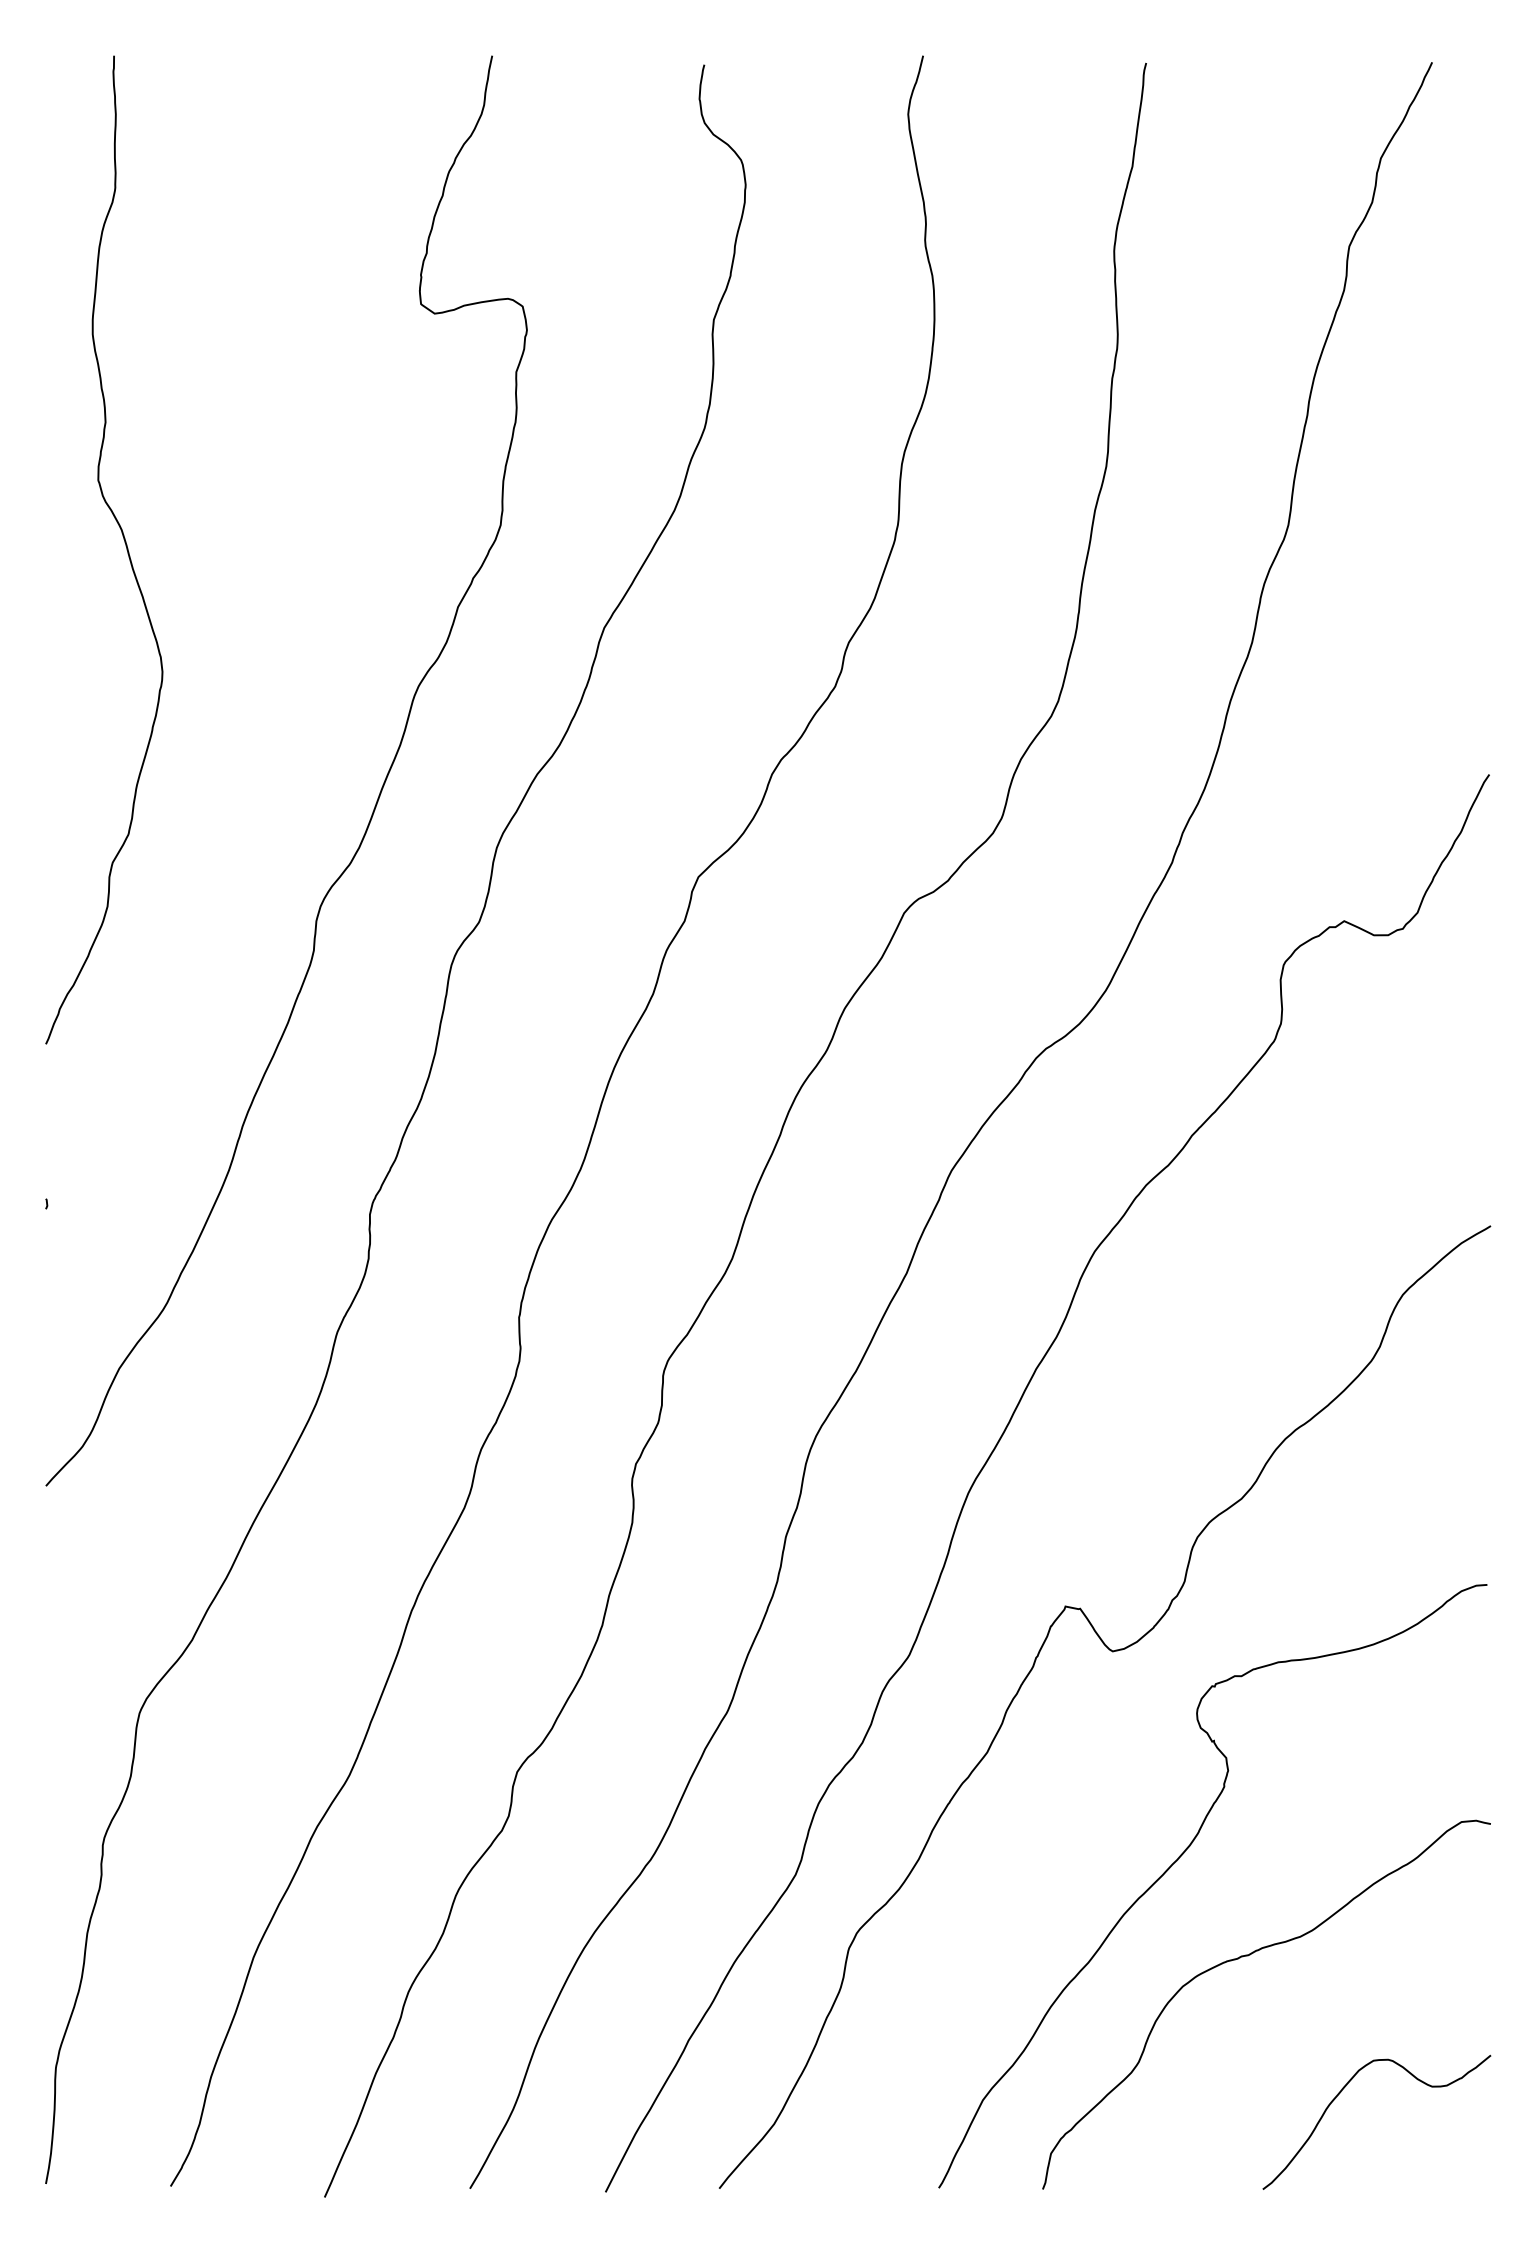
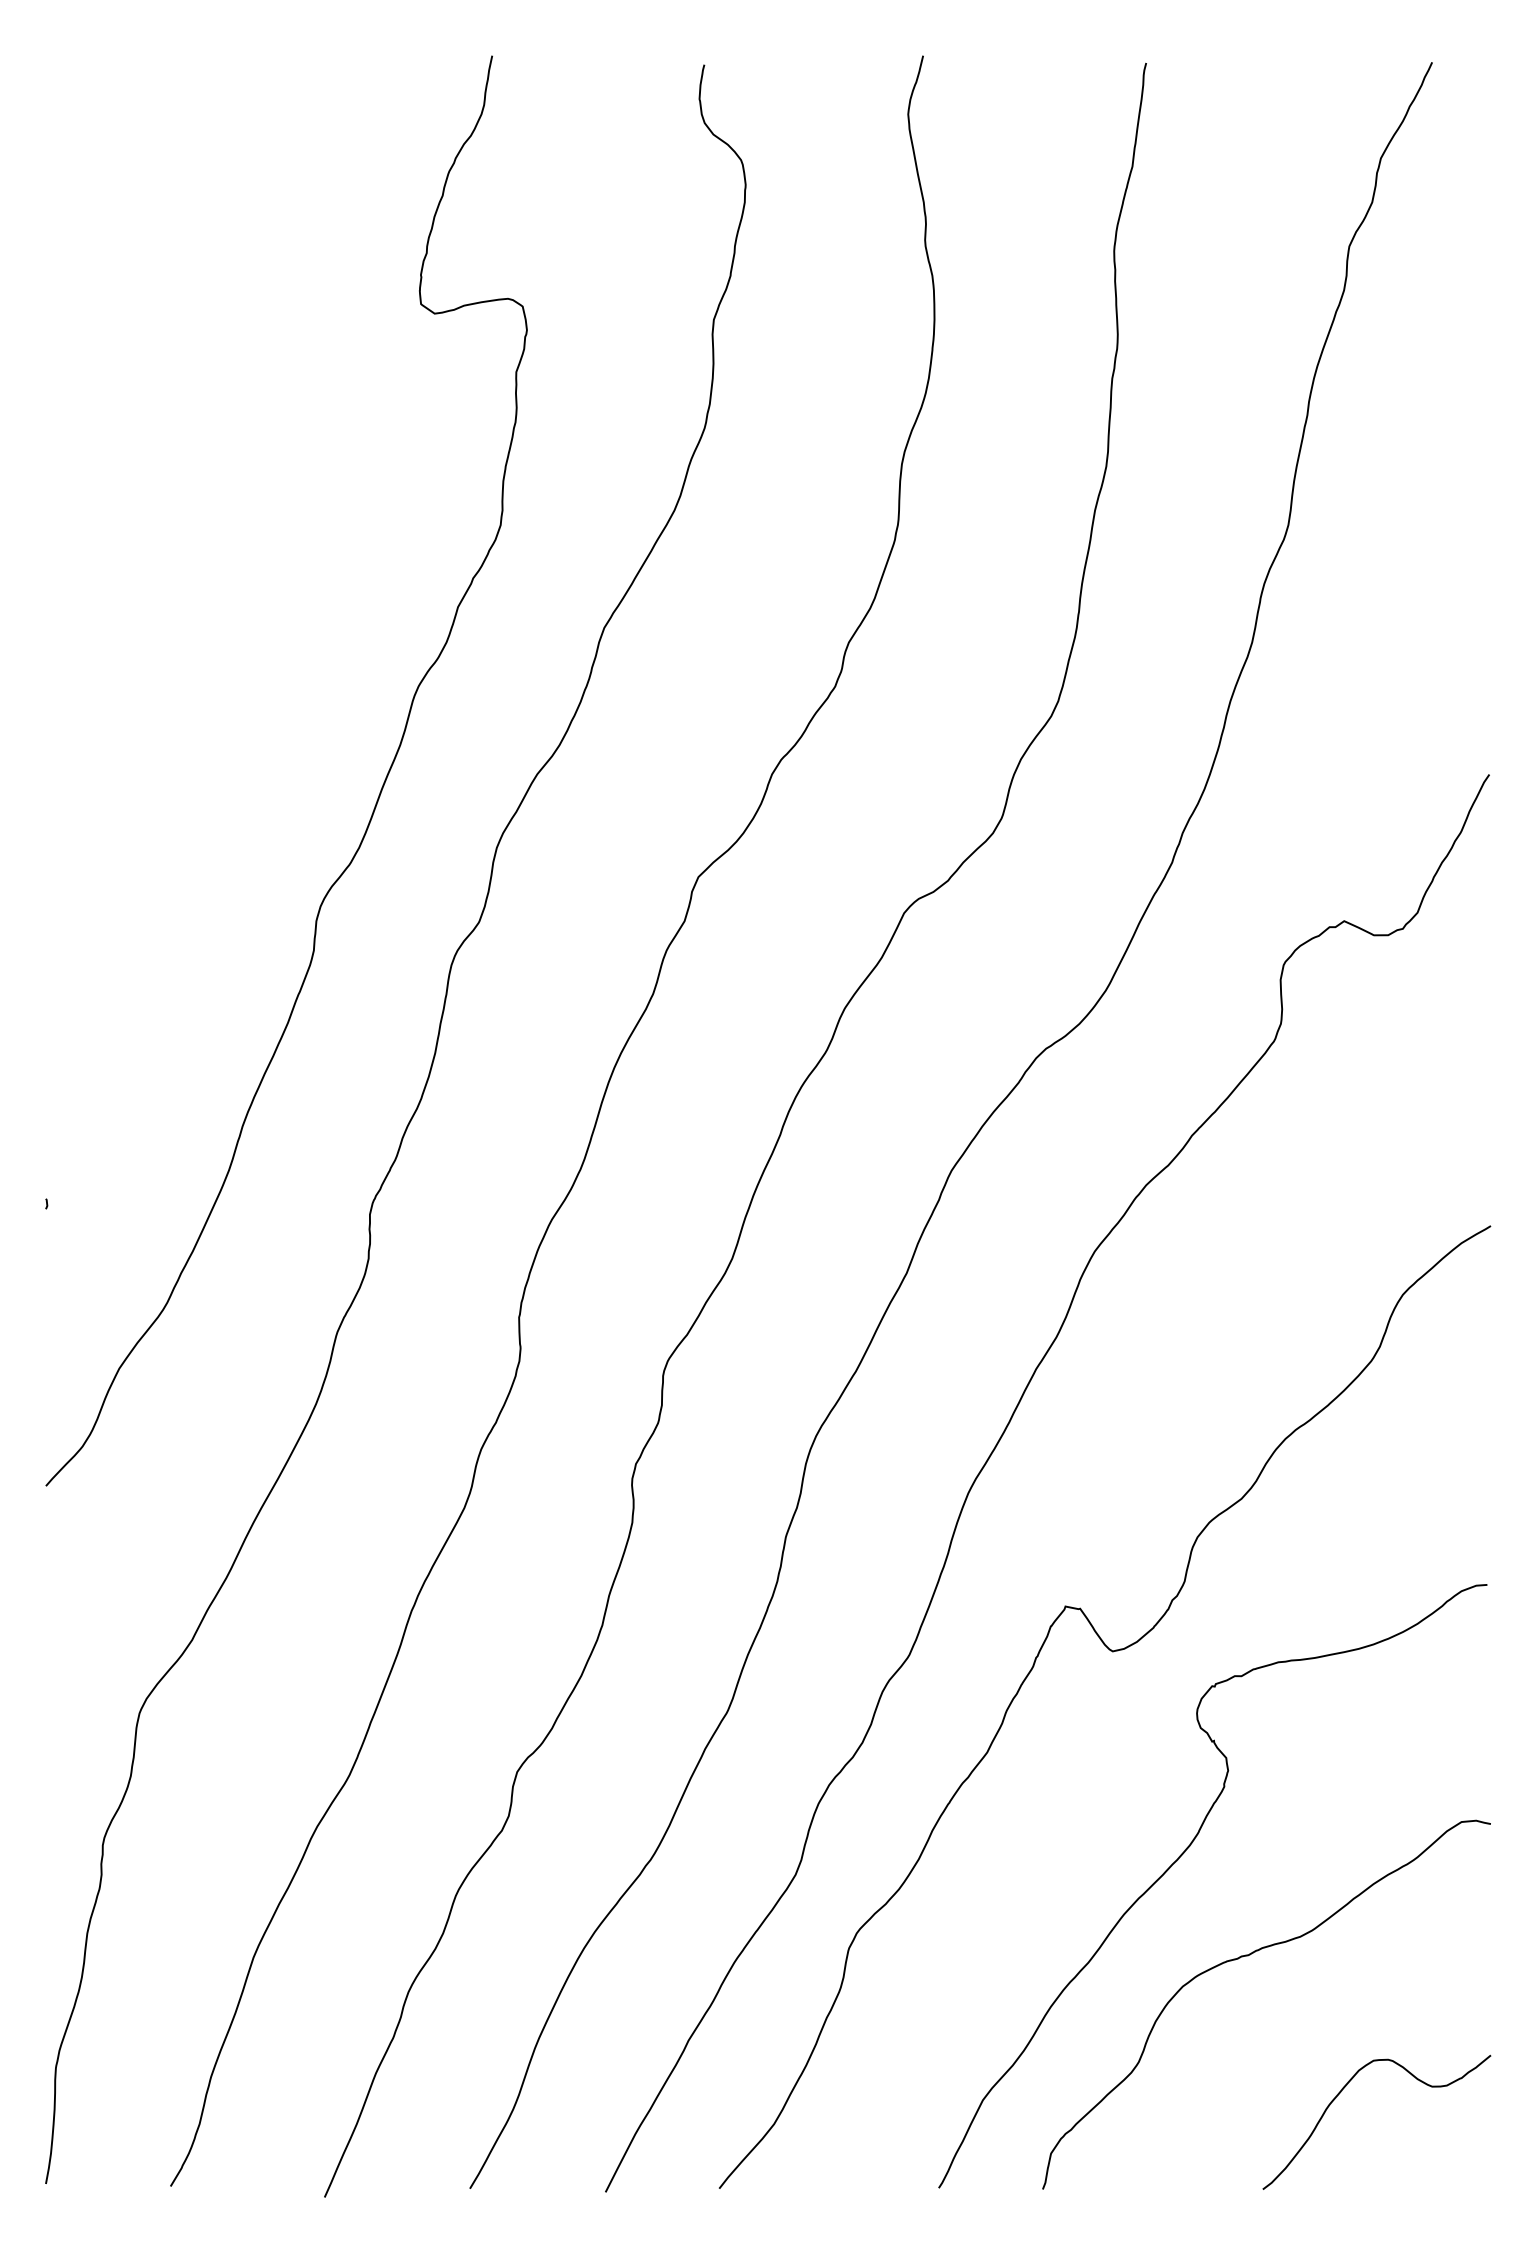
curve at (124, 542): present -> none
